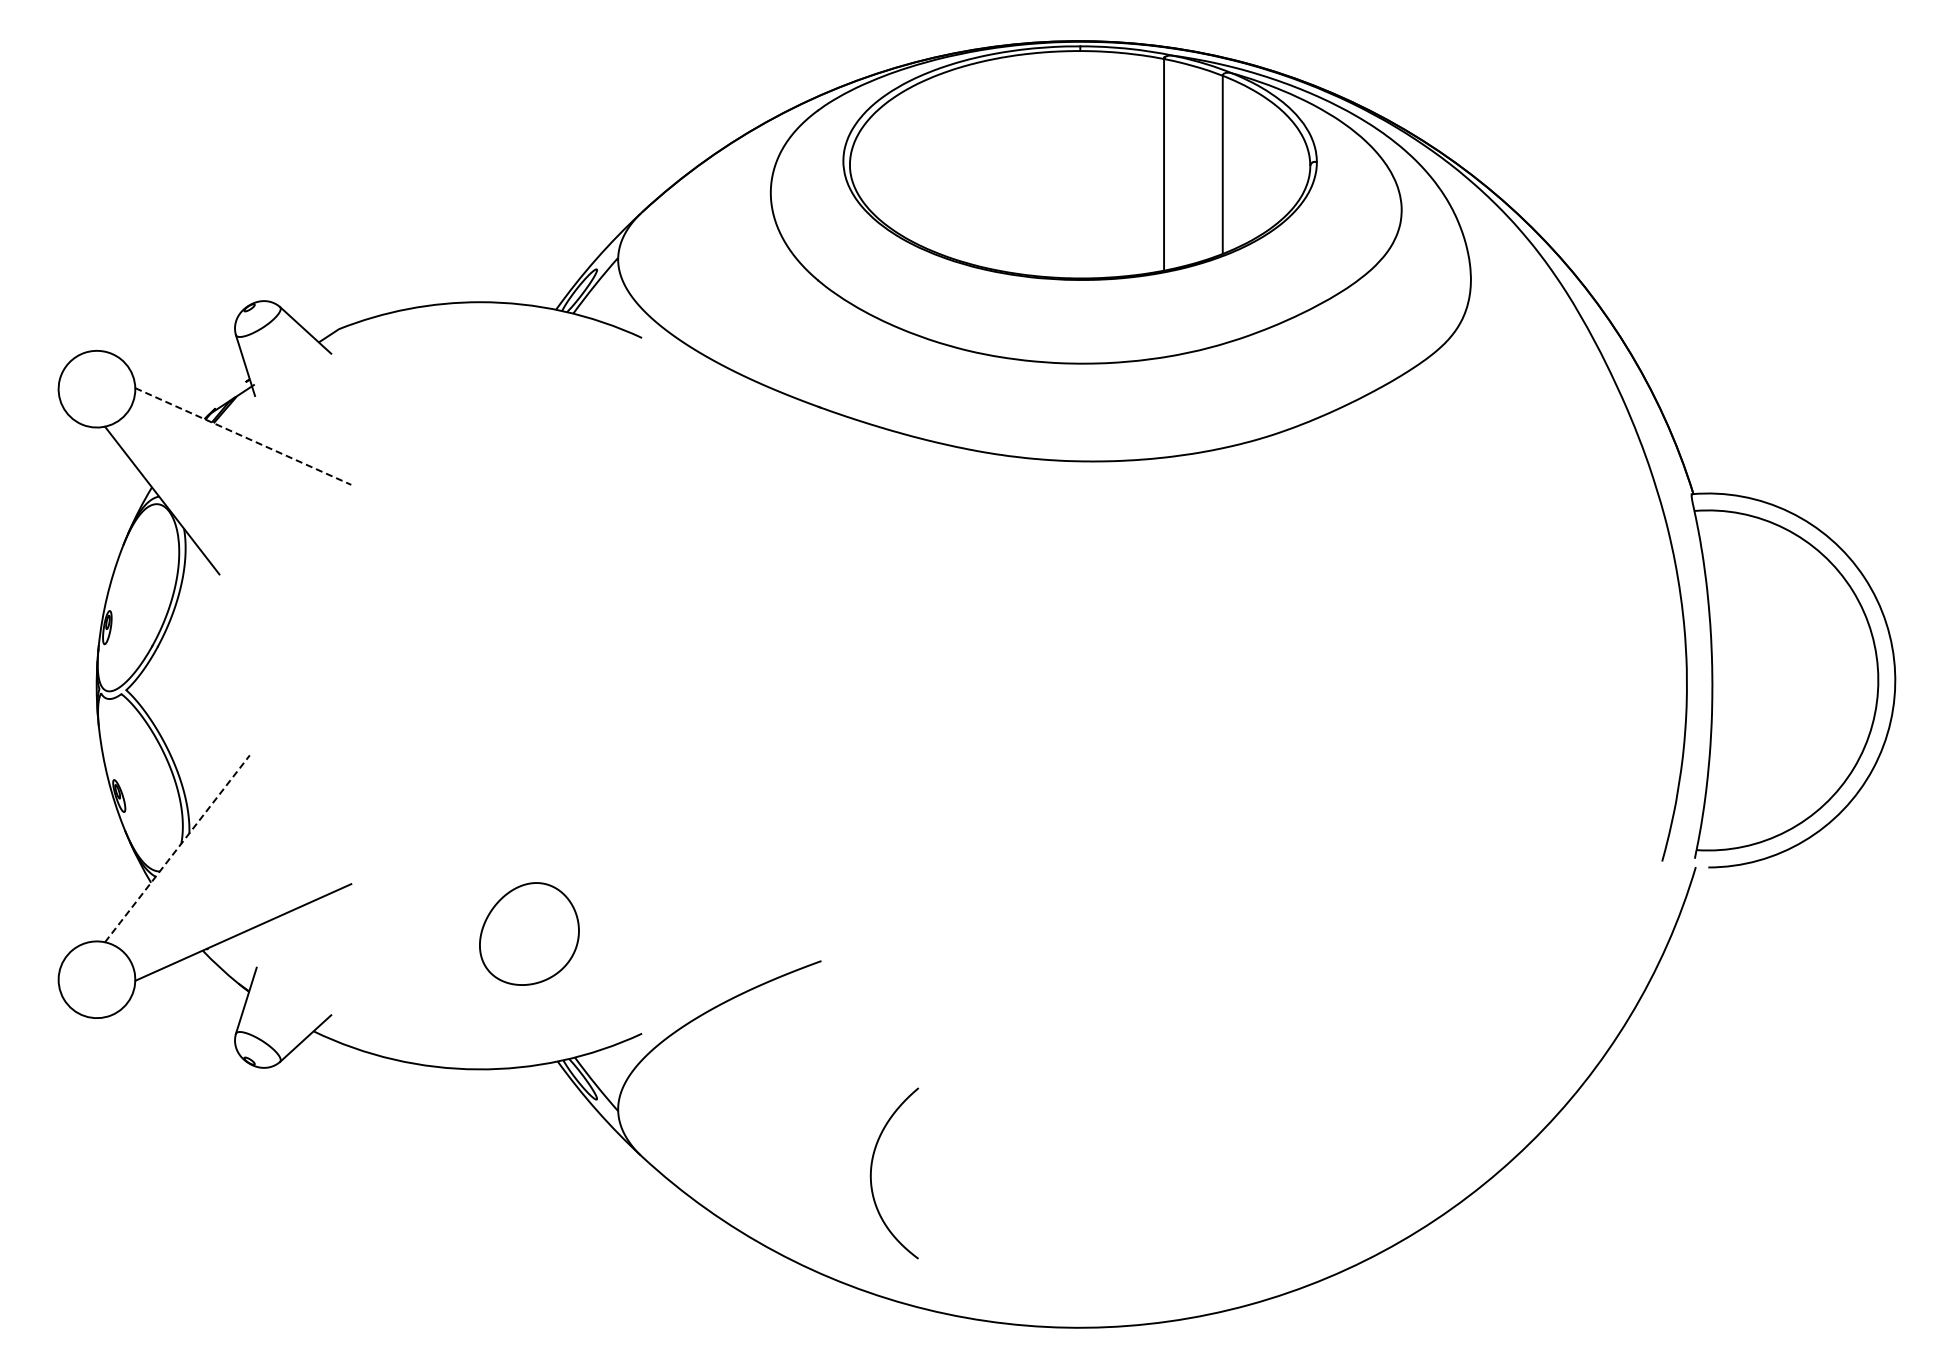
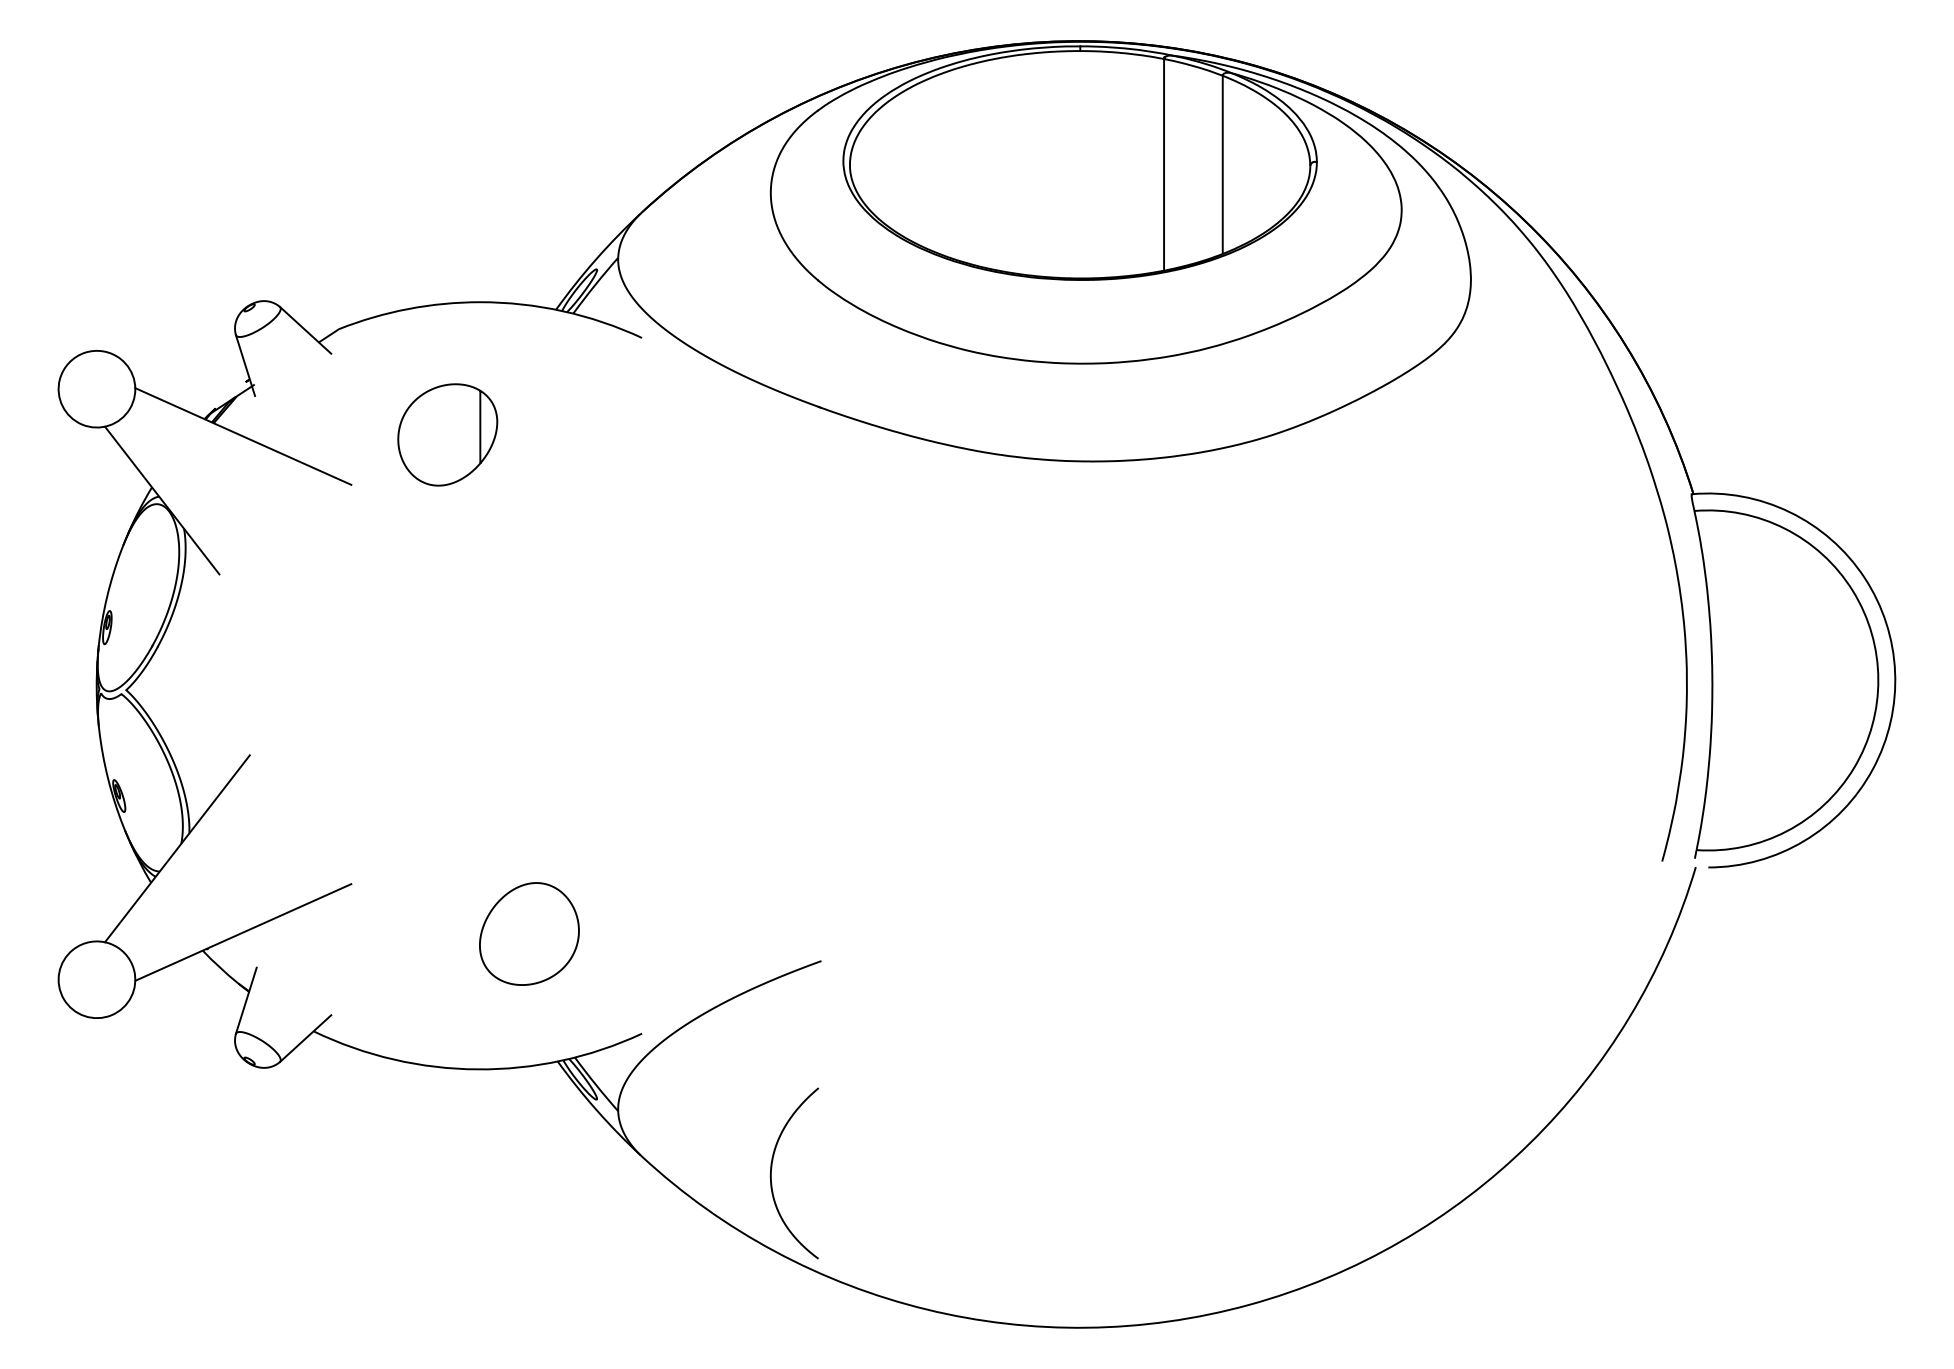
curve at (479, 434): none -> present
line at (243, 436): dashed -> solid
line at (177, 848): dashed -> solid
curve at (872, 1167) position: (872, 1167) -> (772, 1167)
